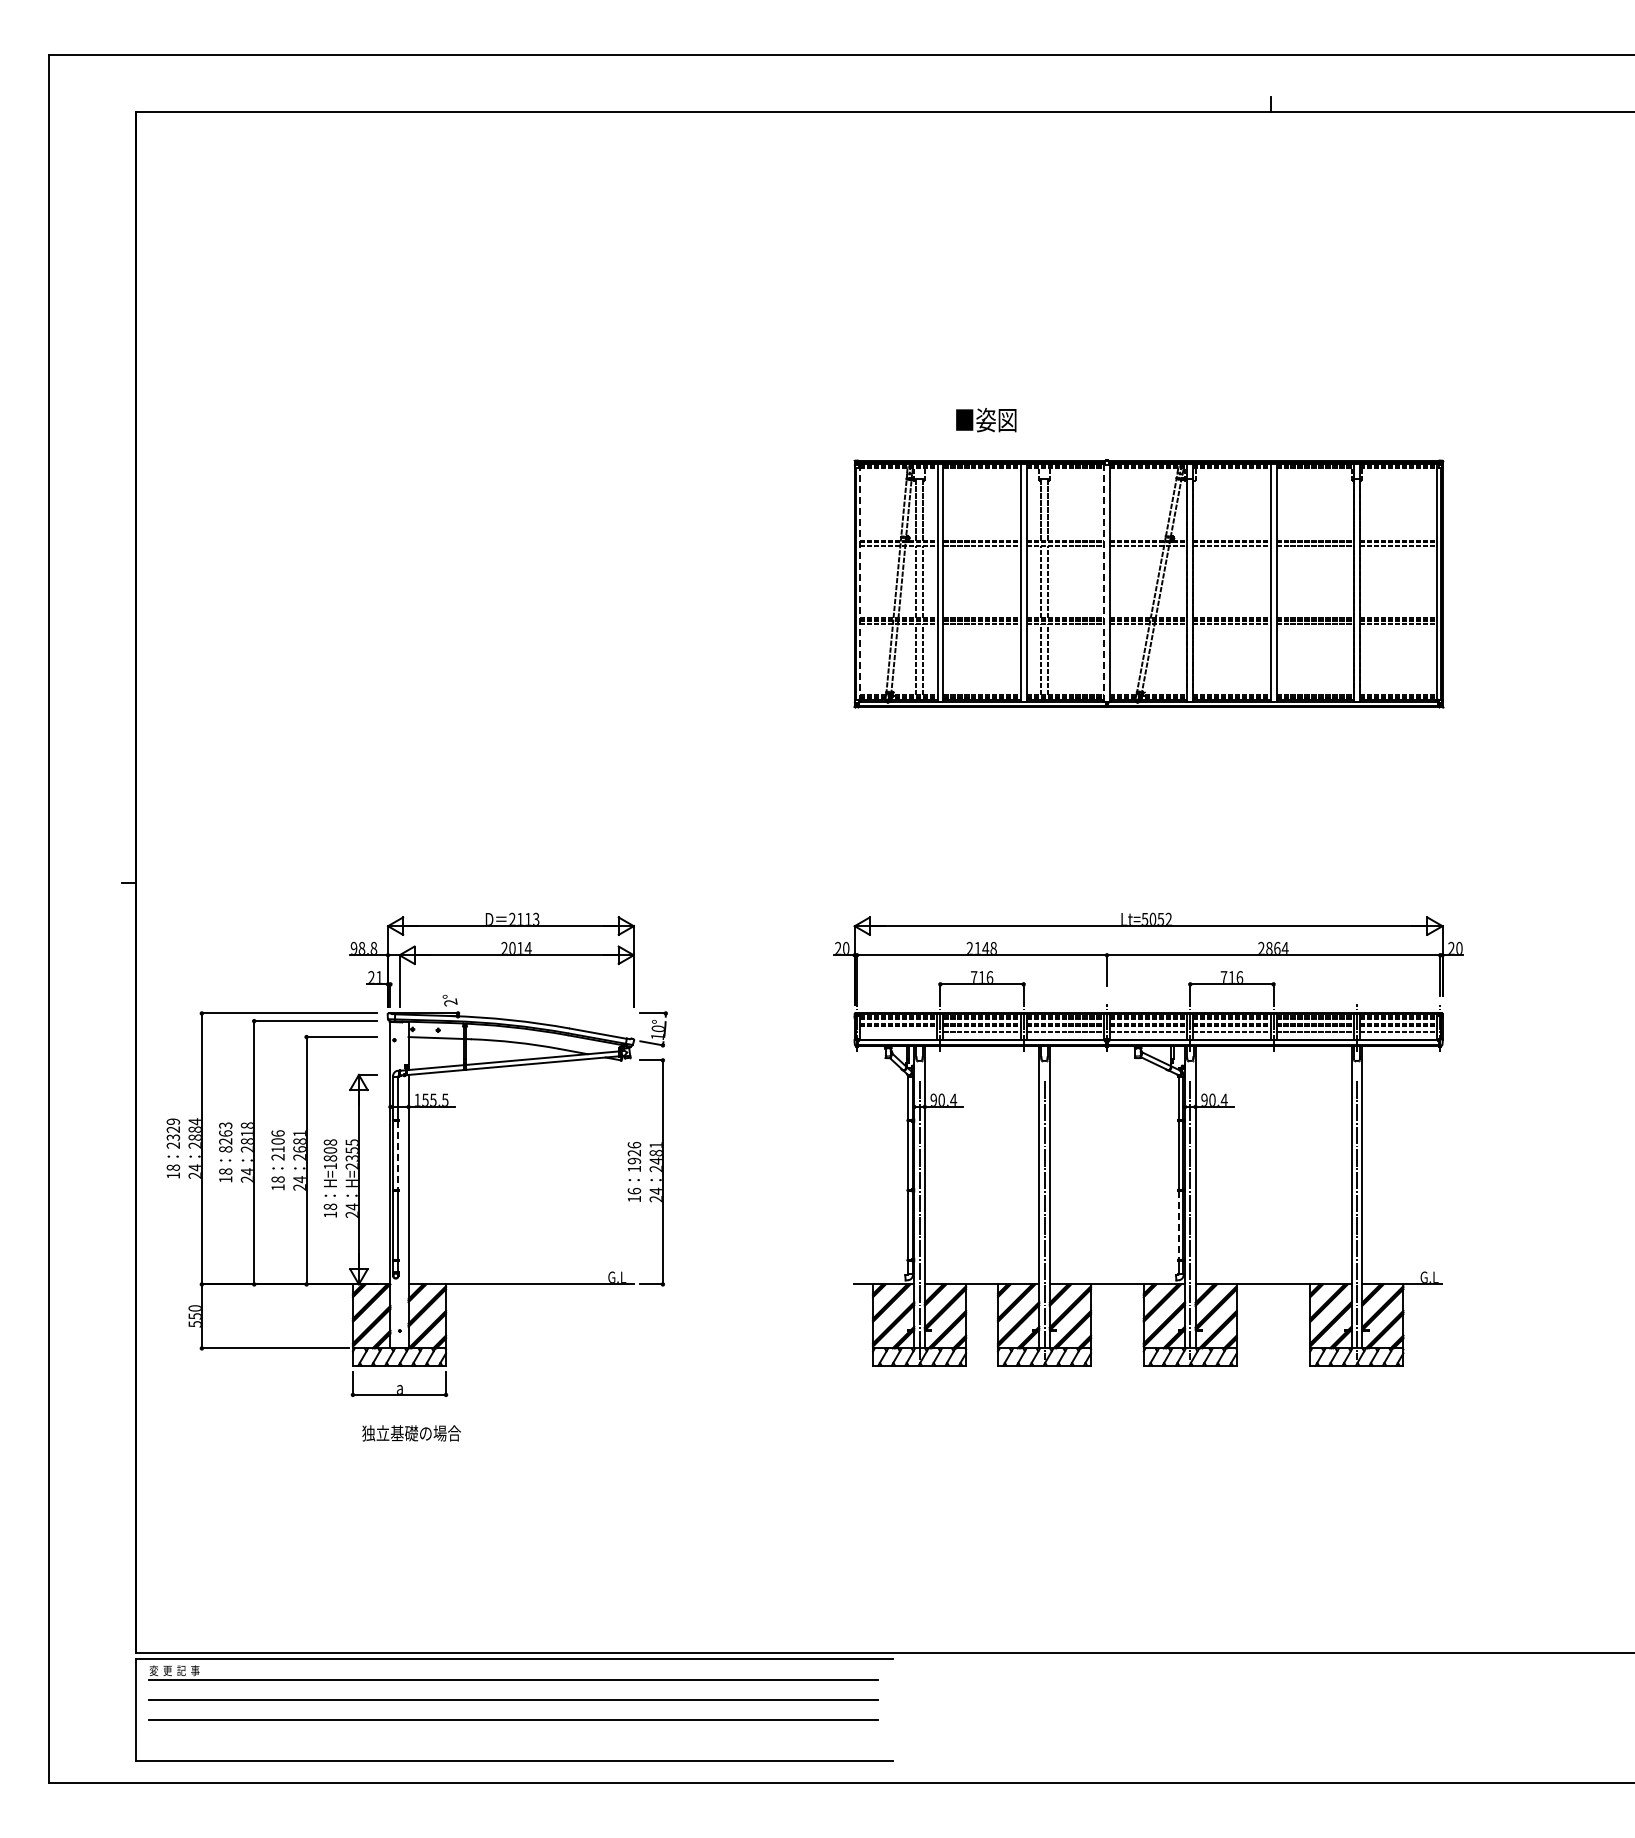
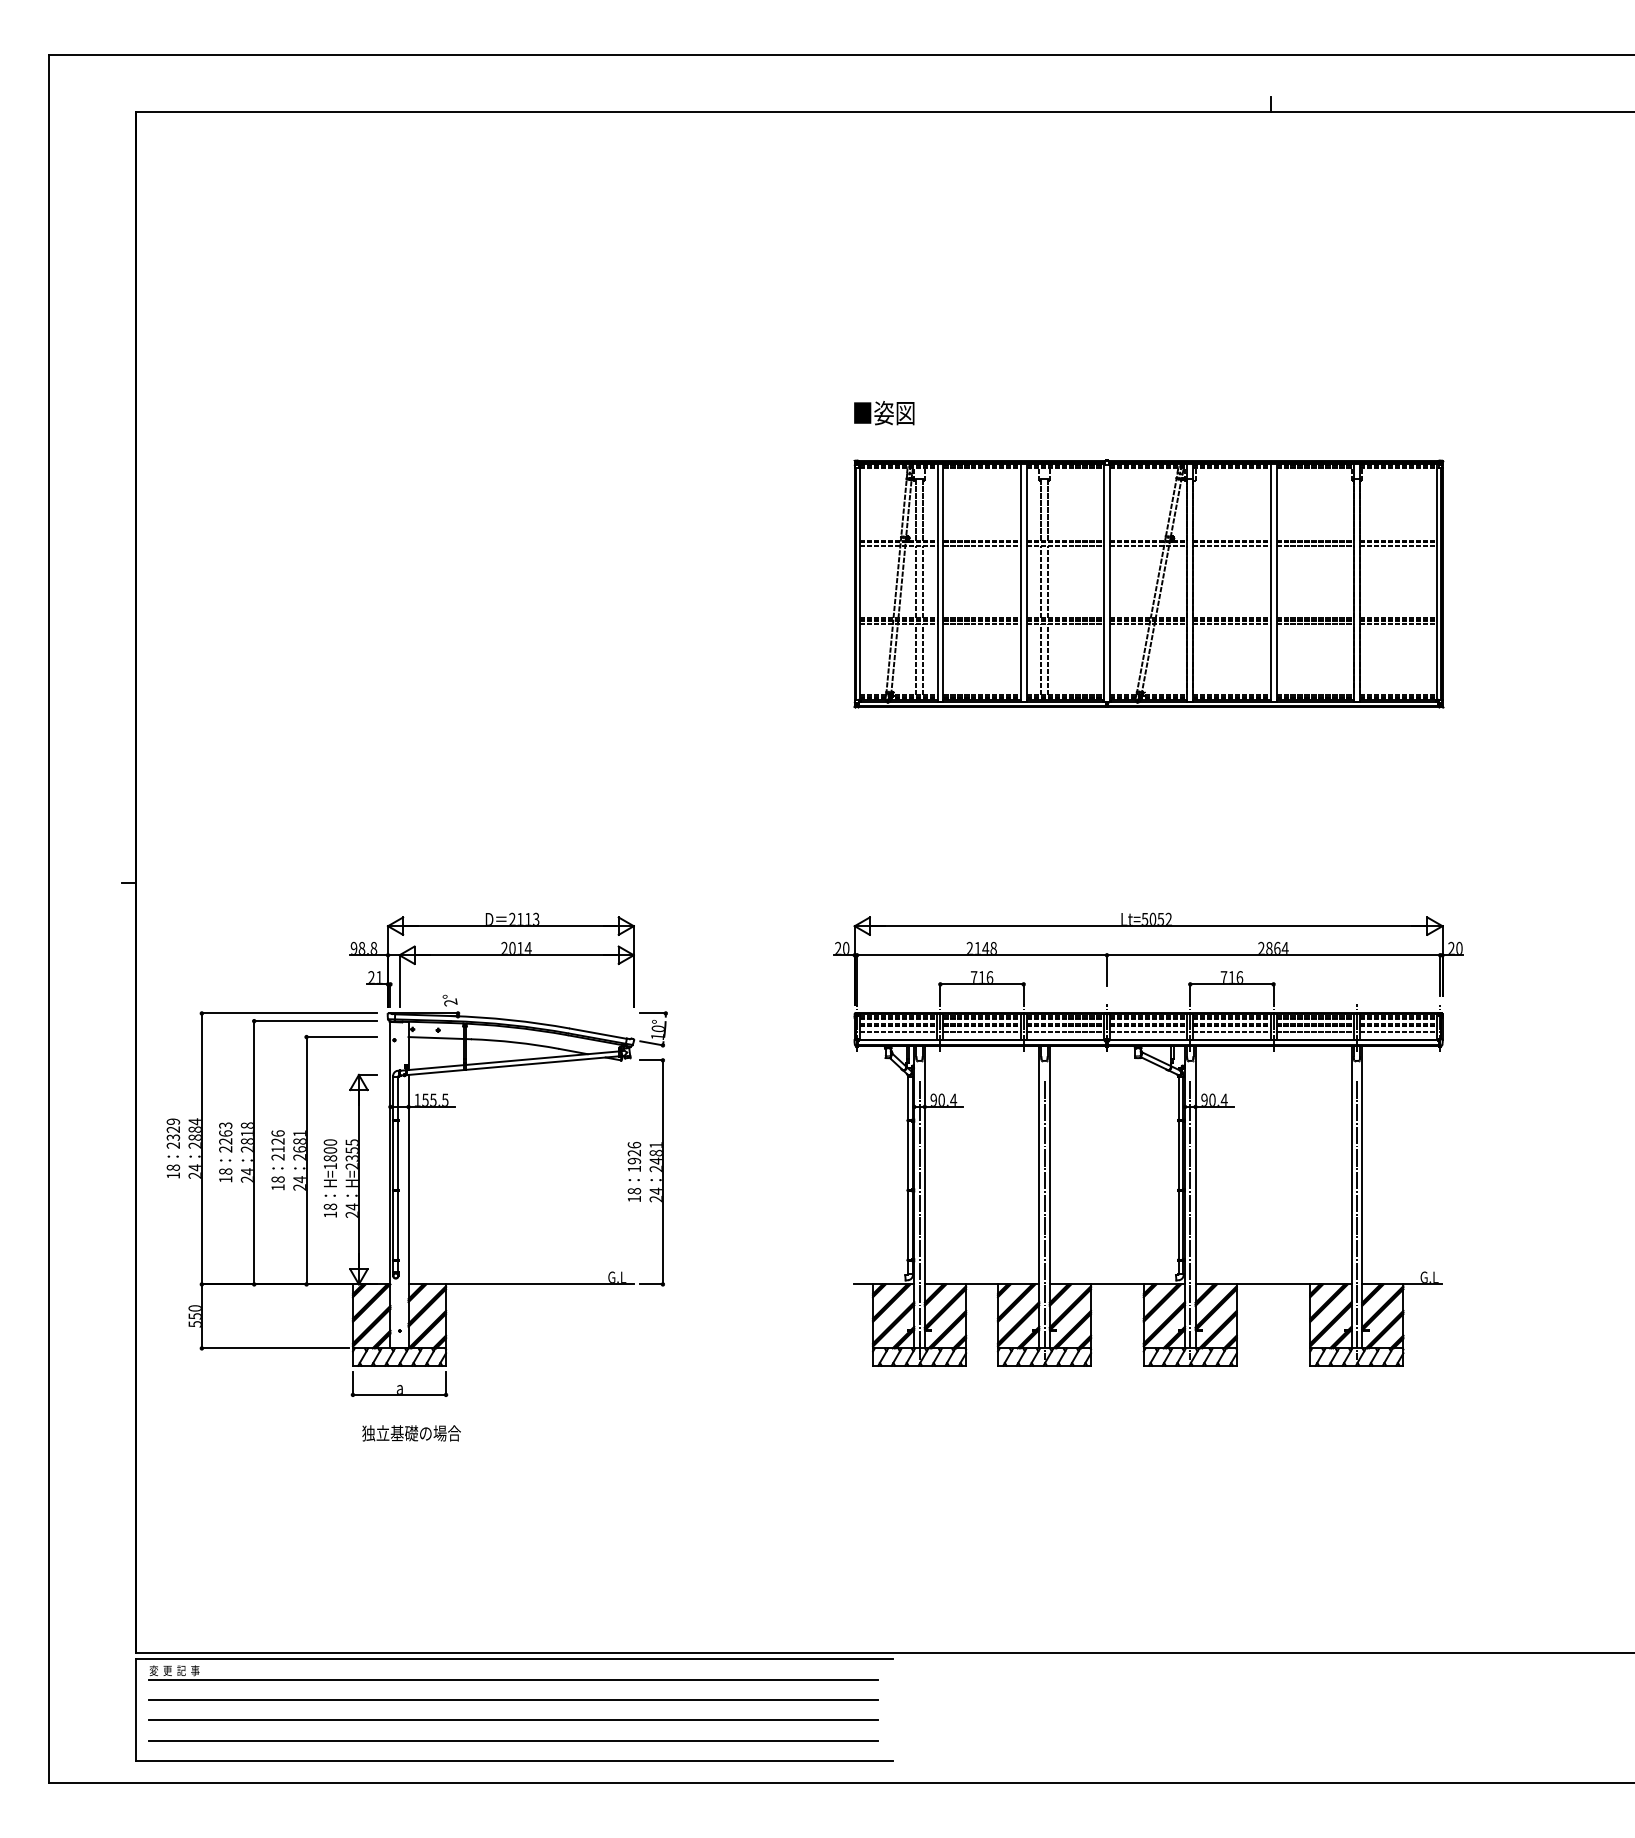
text at (986, 420) position: (986, 420) -> (884, 413)
line at (860, 583): dashed -> solid
line at (1104, 583): dashed -> solid
line at (898, 1031): none -> present
text at (277, 1141): 2106 -> 2126
text at (330, 1142): H=1808 -> H=1800
text at (225, 1149): 8263 -> 2263
line at (398, 1156): dashed -> solid
text at (633, 1190): 16 -> 18
line at (1178, 1225): dashed -> solid
line at (513, 1740): none -> present
